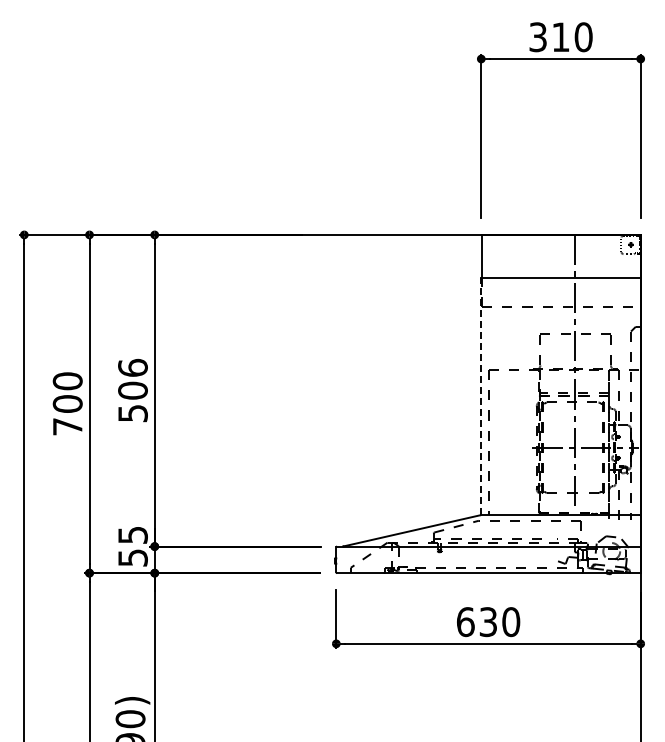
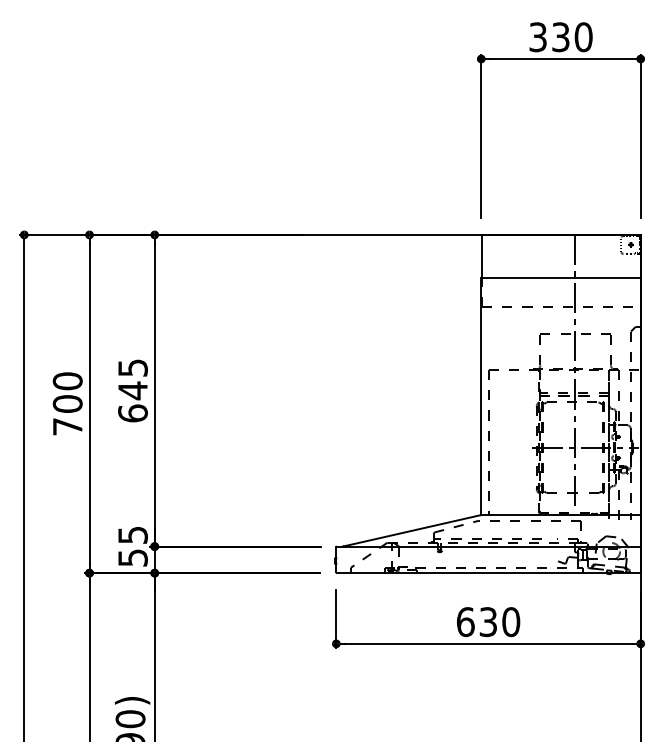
text at (560, 37): 310 -> 330
text at (132, 390): 506 -> 645
line at (481, 396): dashed -> solid
